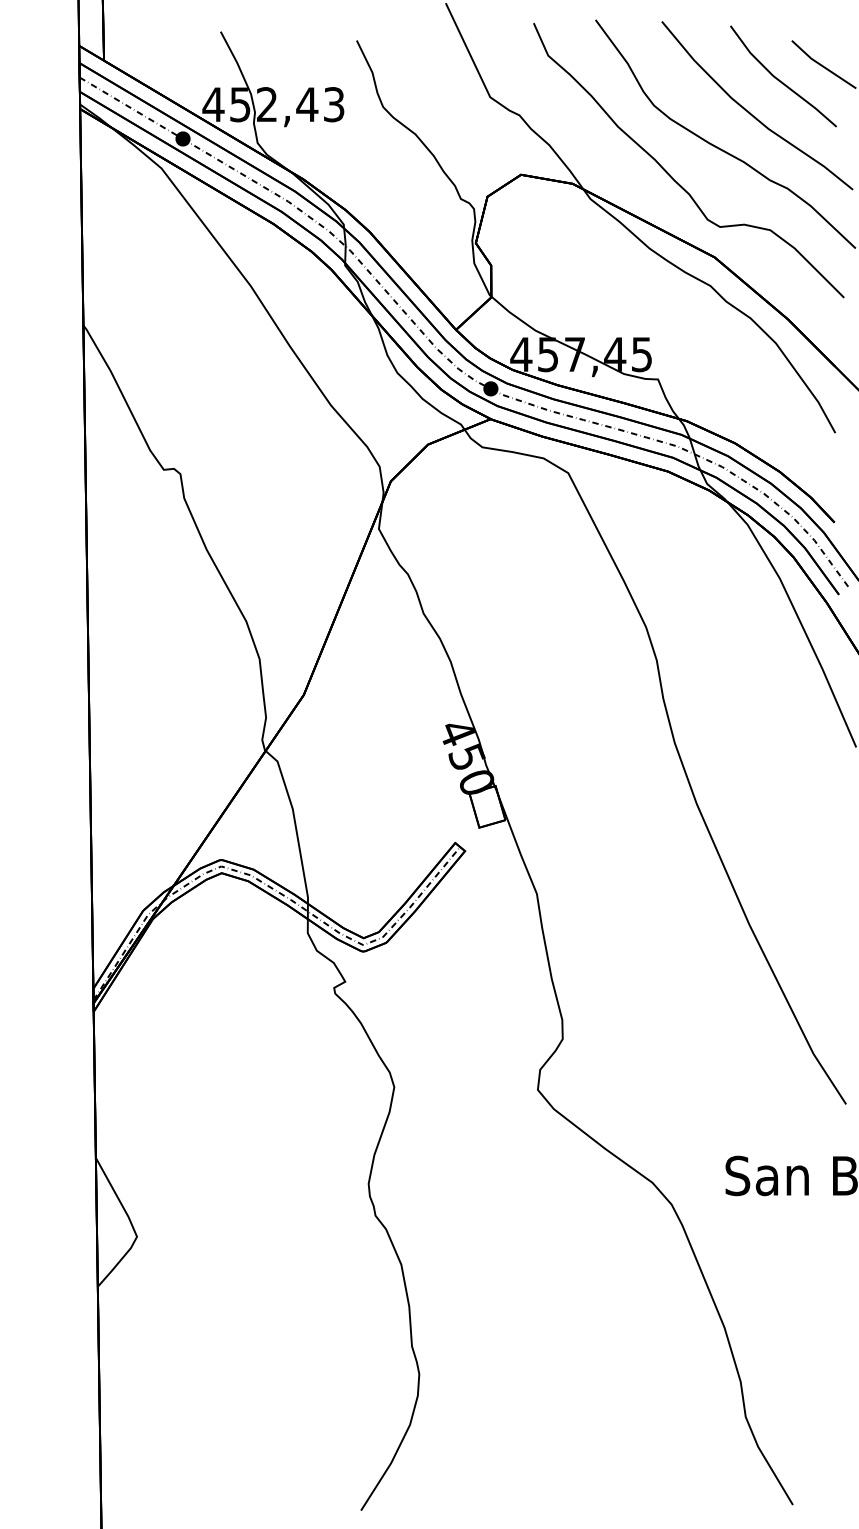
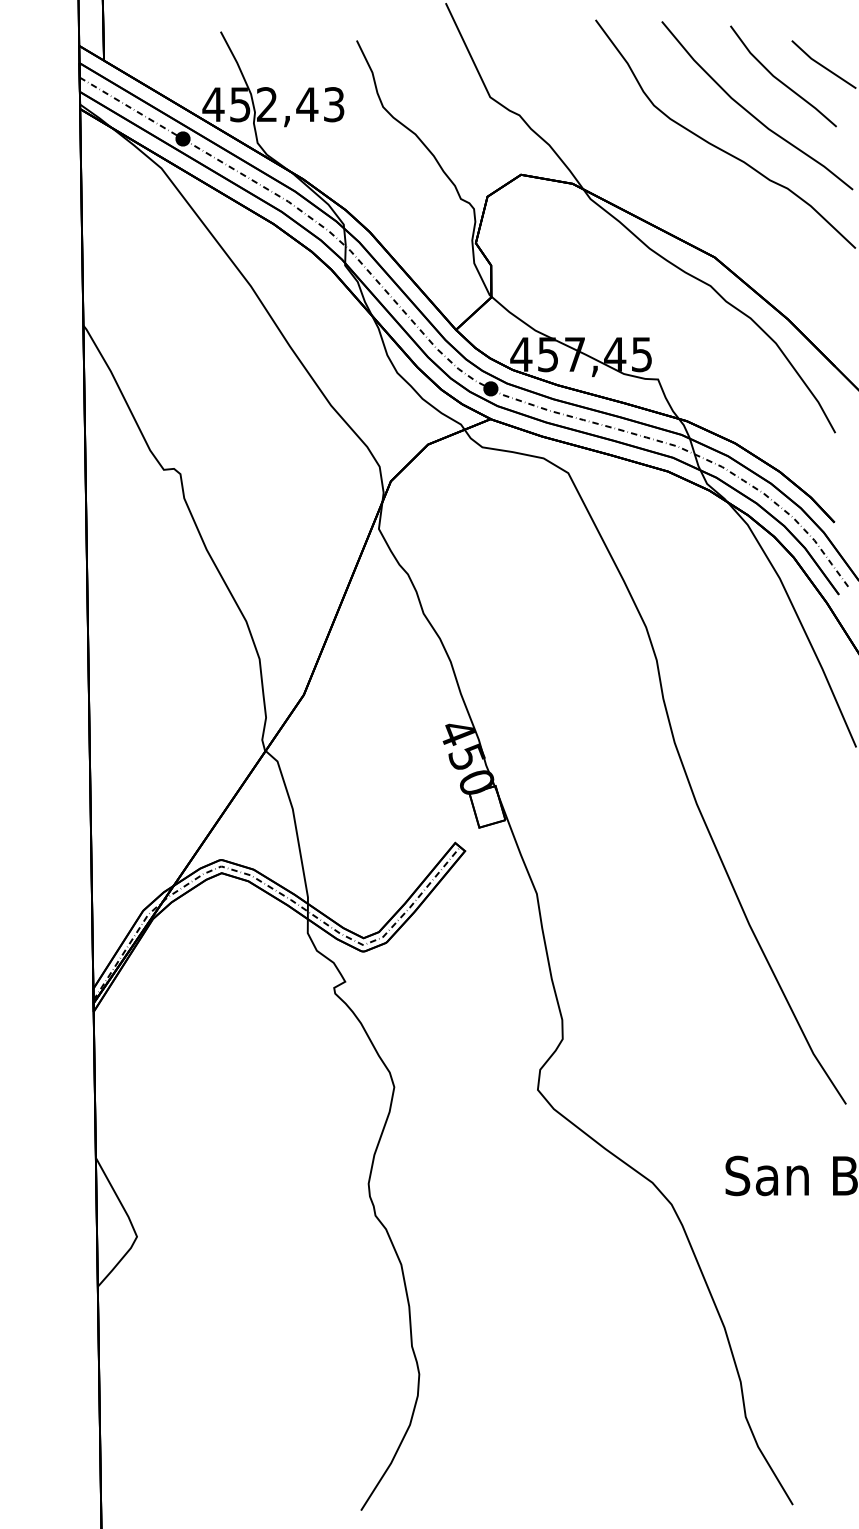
curve at (671, 175): present -> none
